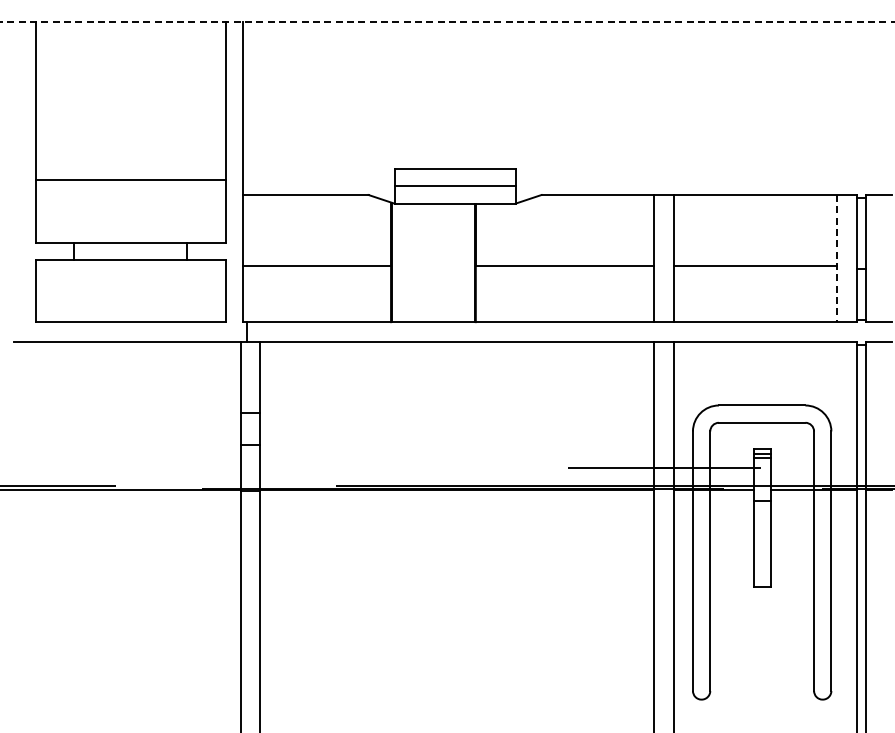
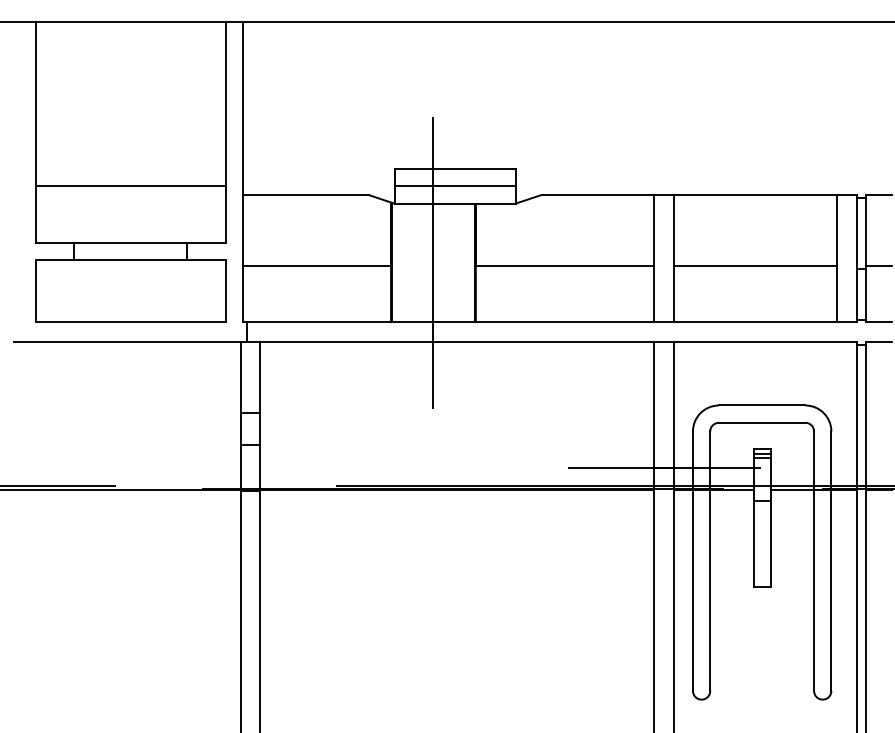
line at (447, 21): dashed -> solid
line at (130, 180) position: (130, 180) -> (130, 186)
line at (837, 258): dashed -> solid
line at (433, 262): none -> present
line at (878, 265): none -> present
